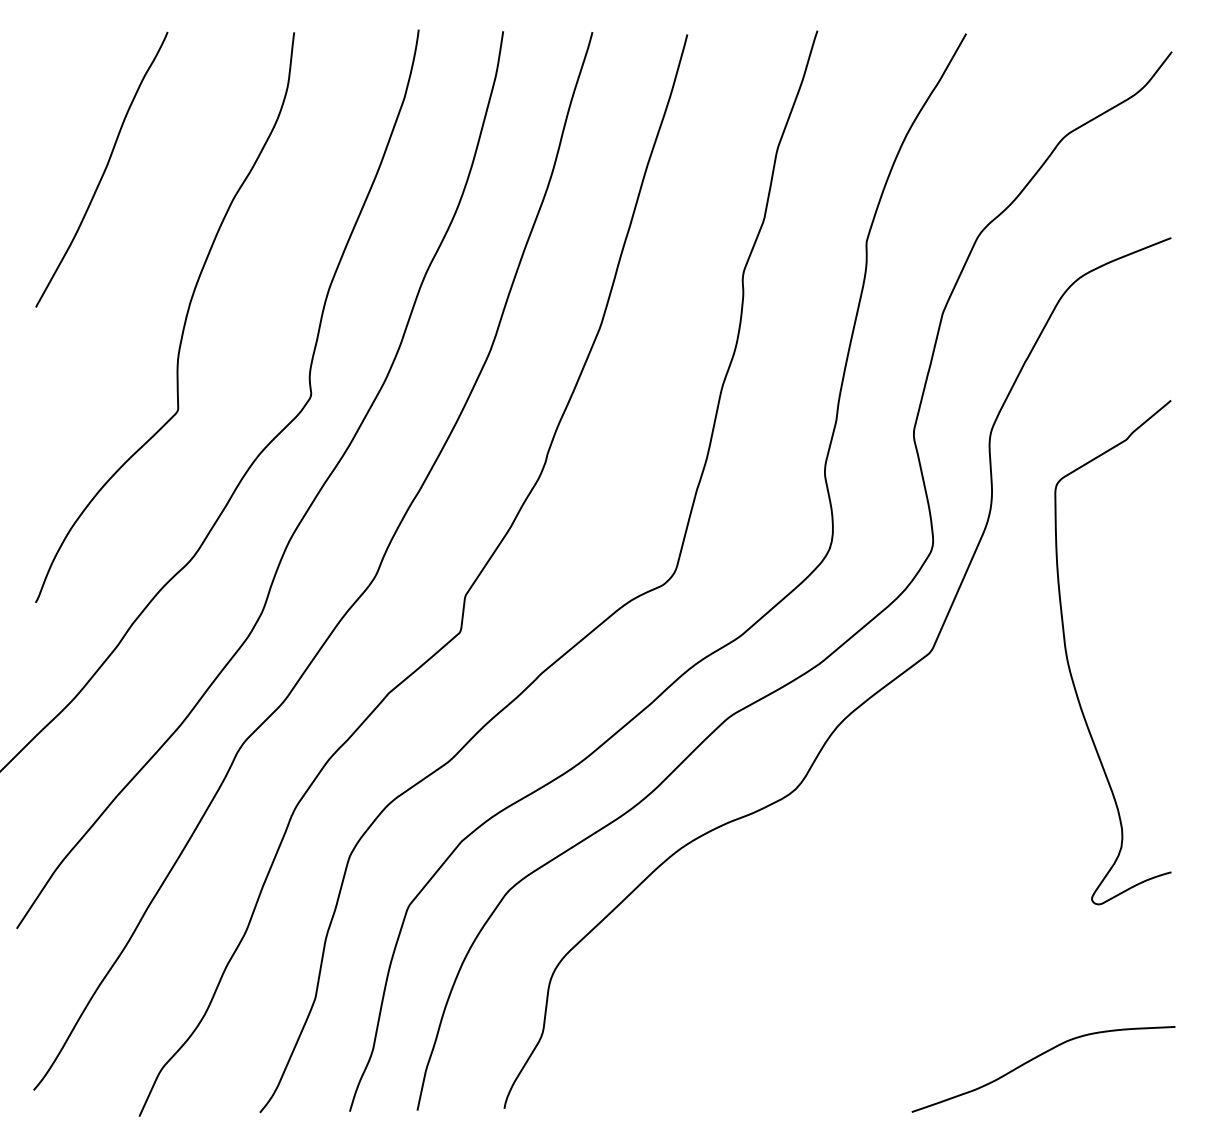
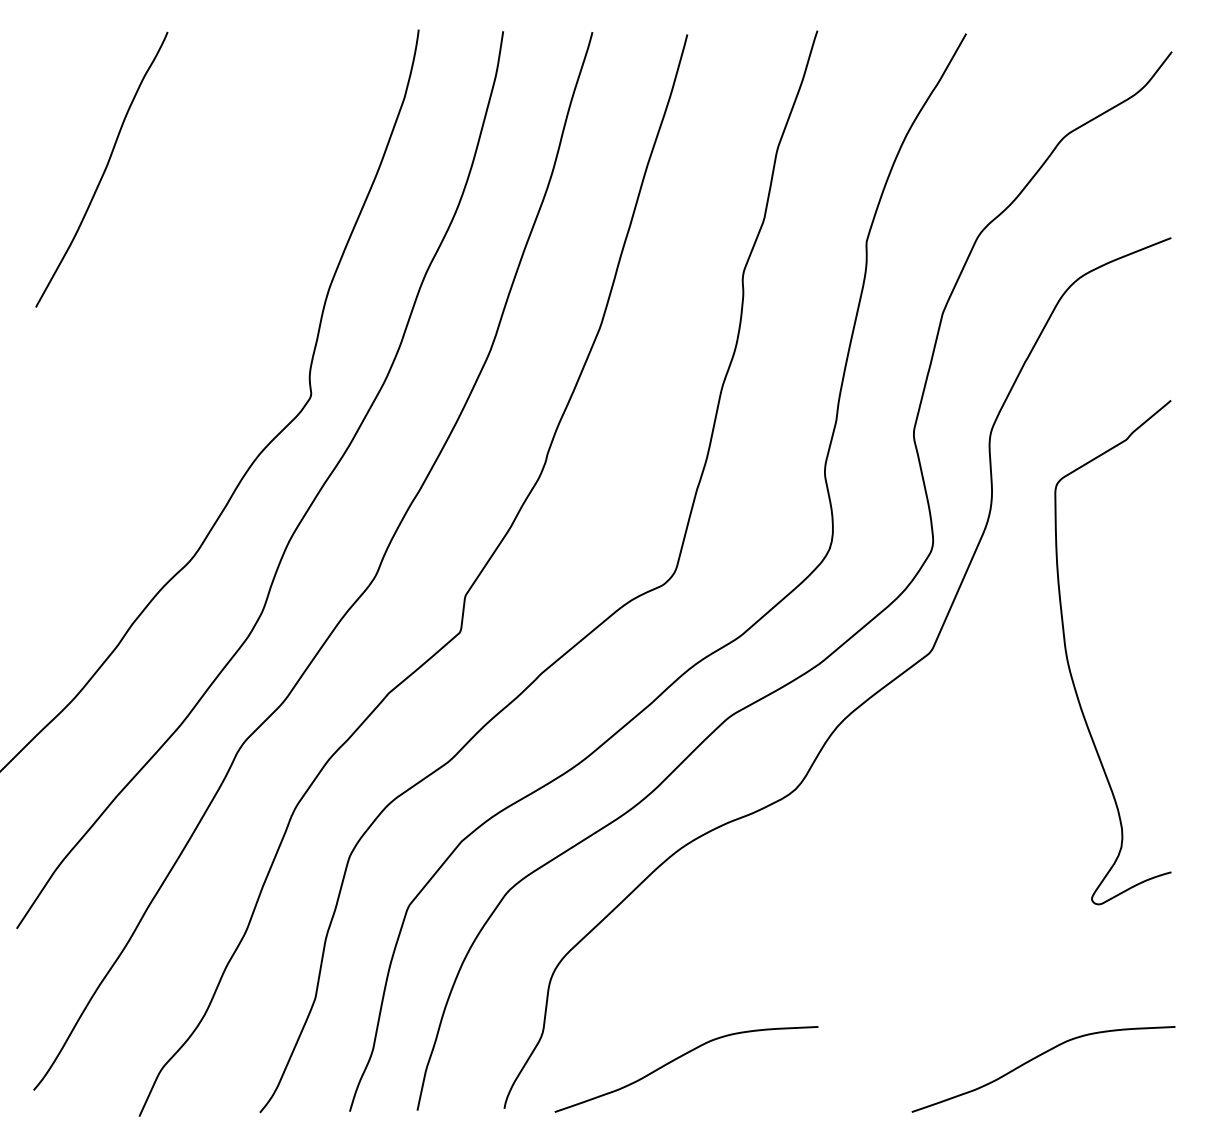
curve at (184, 320): present -> none
curve at (681, 1057): none -> present
